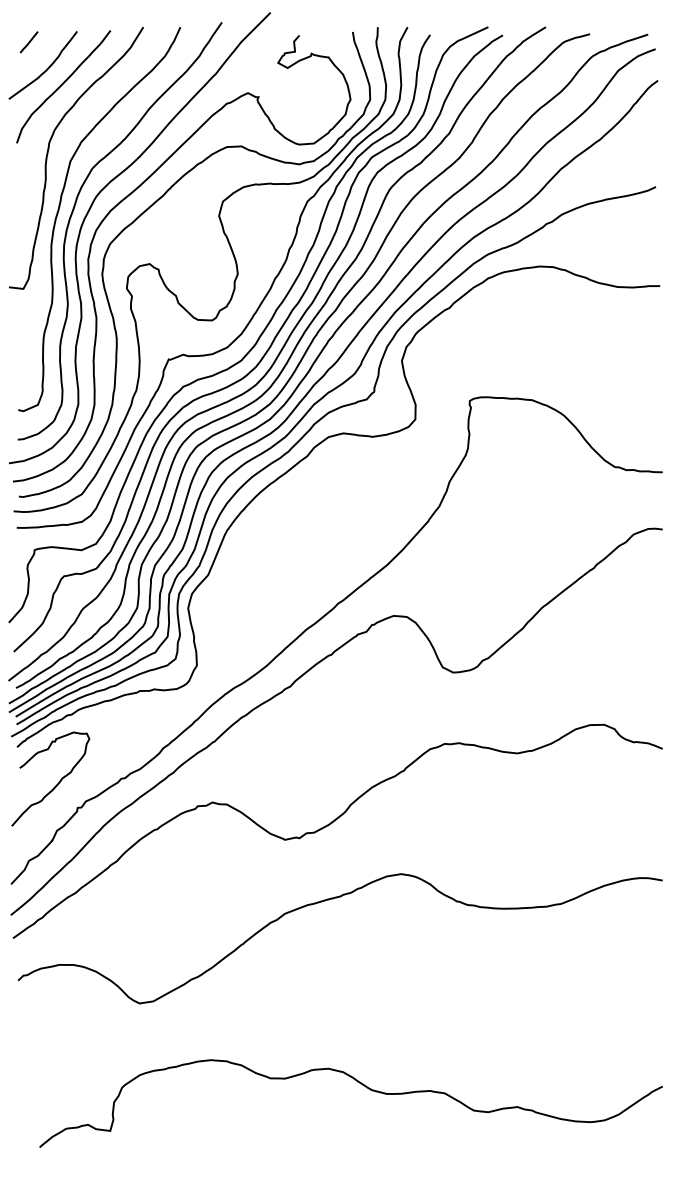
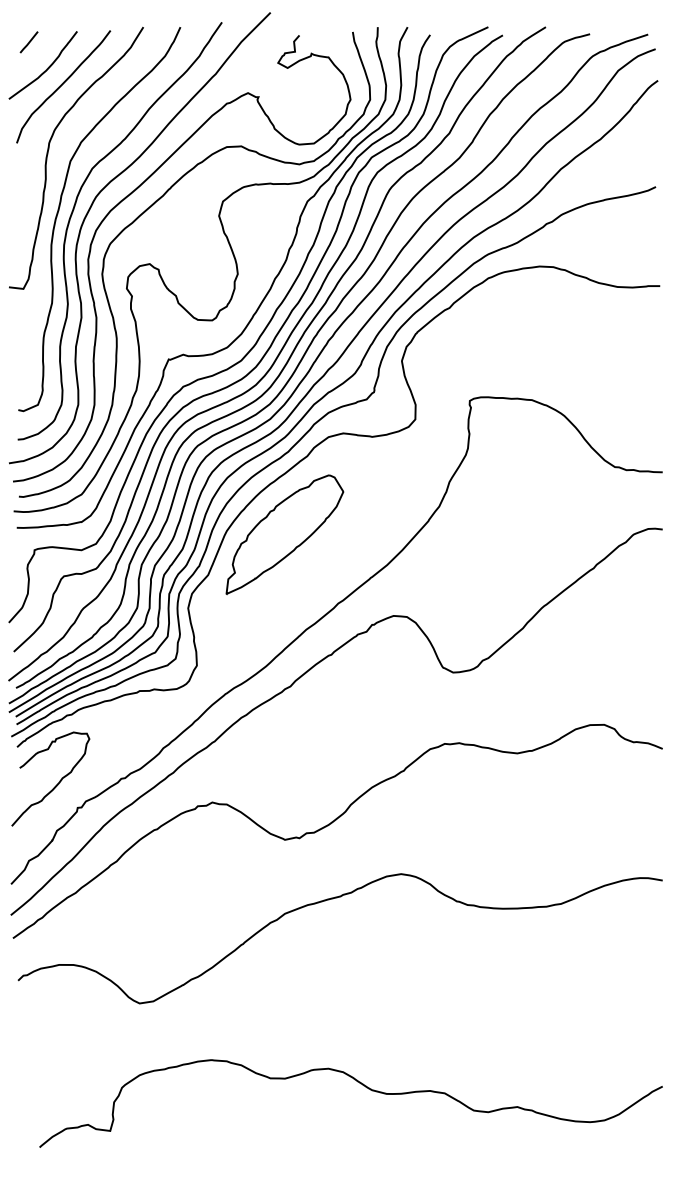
part at (284, 534): none -> present
